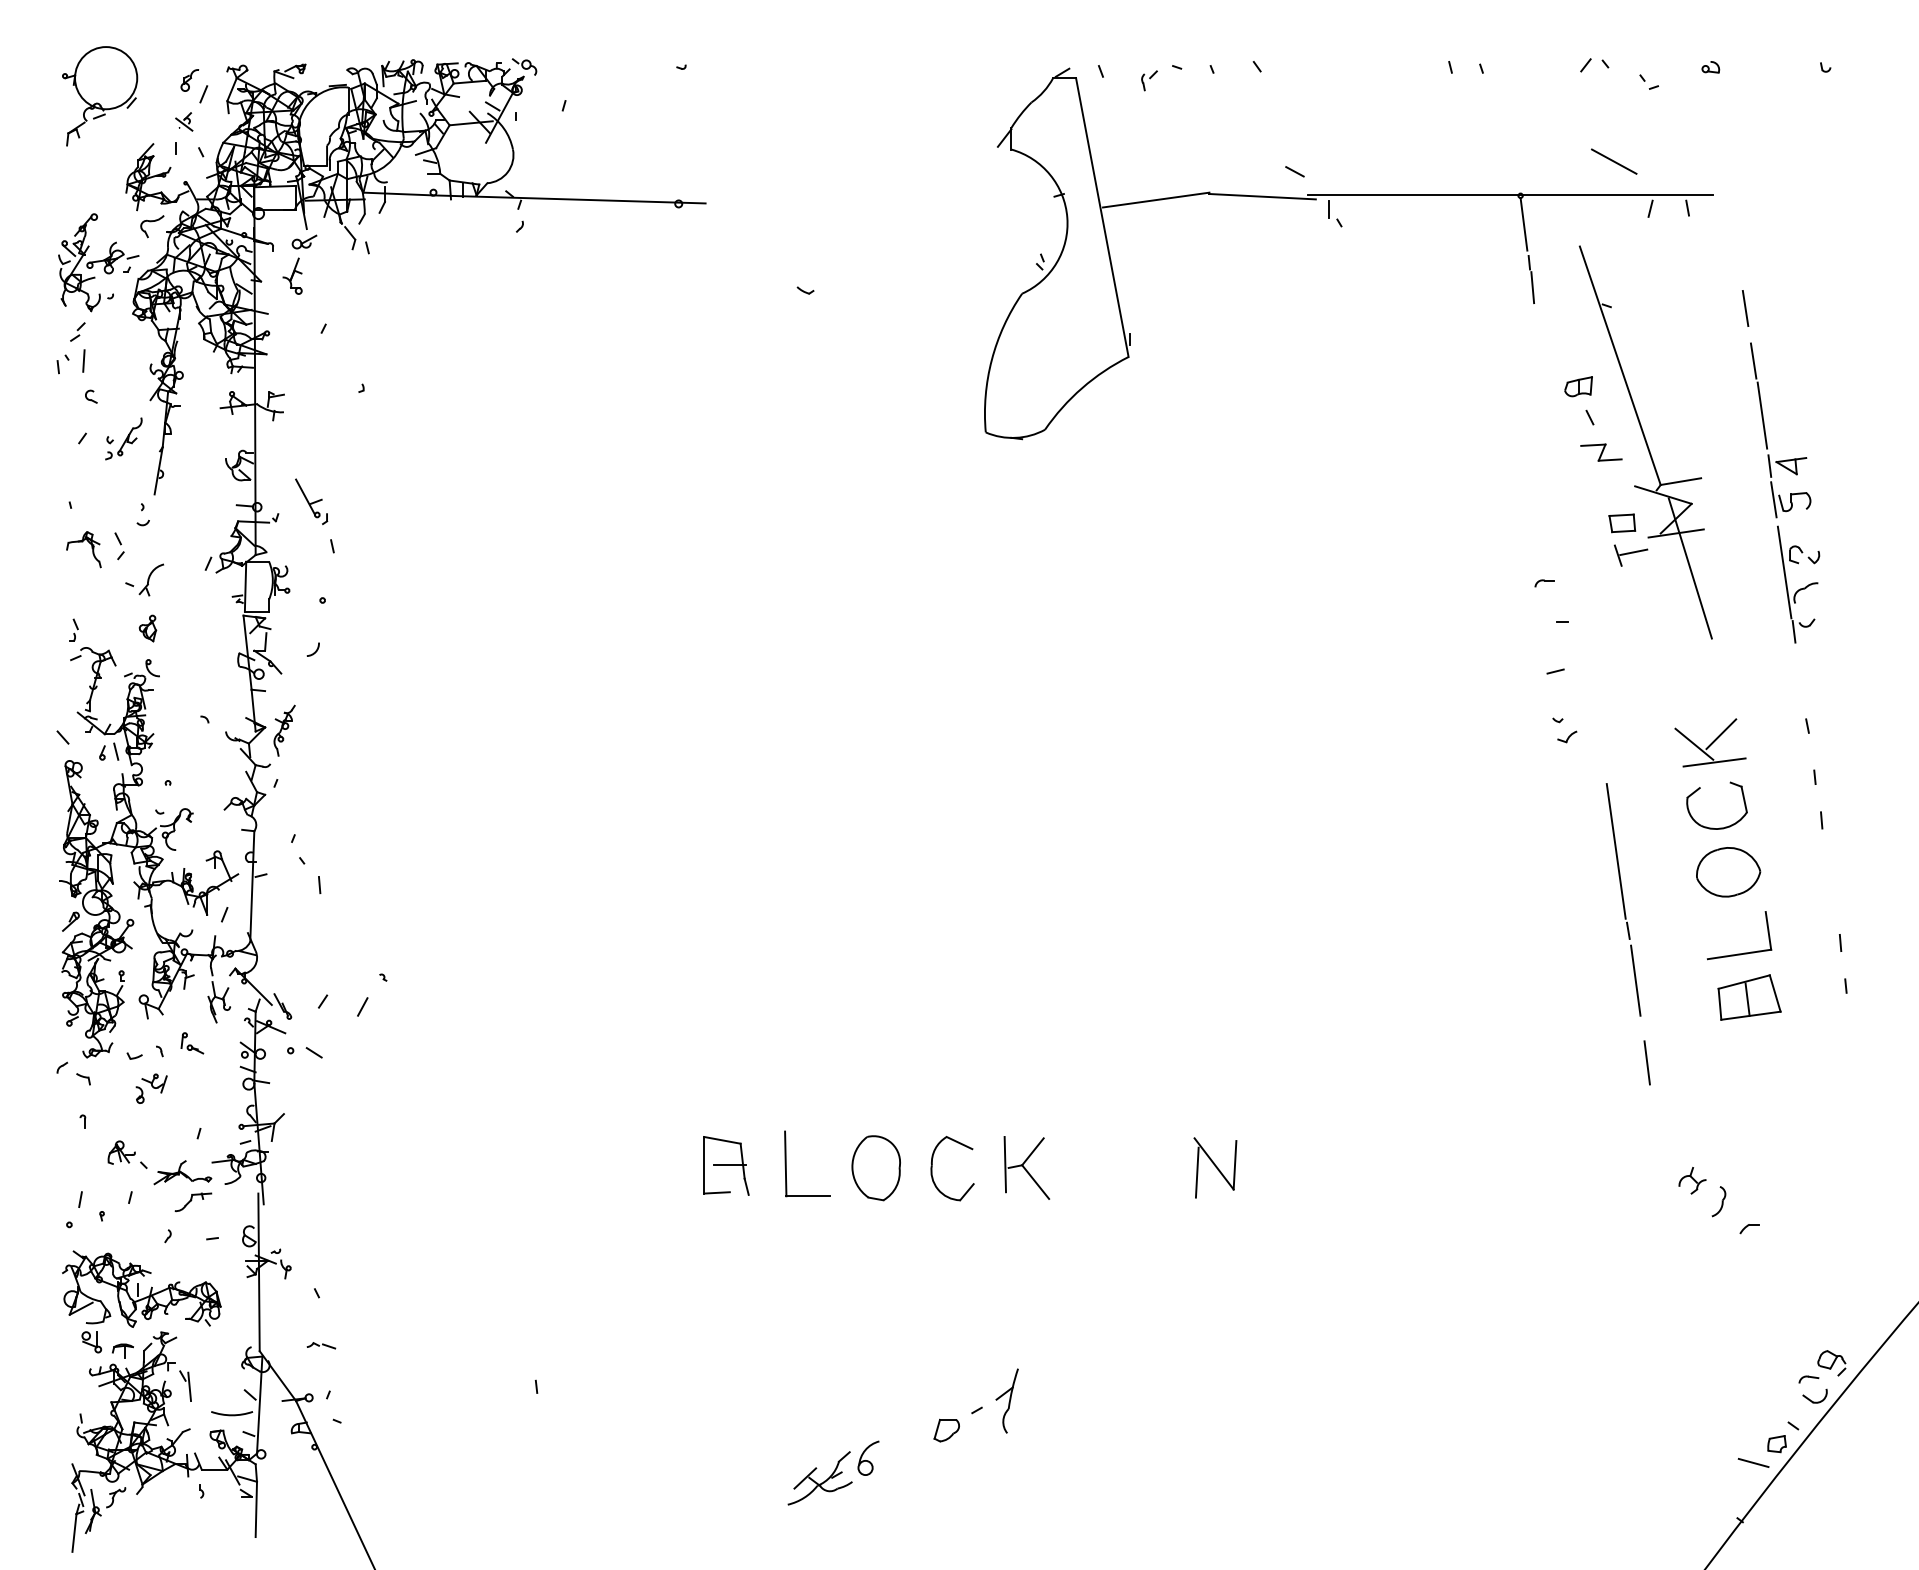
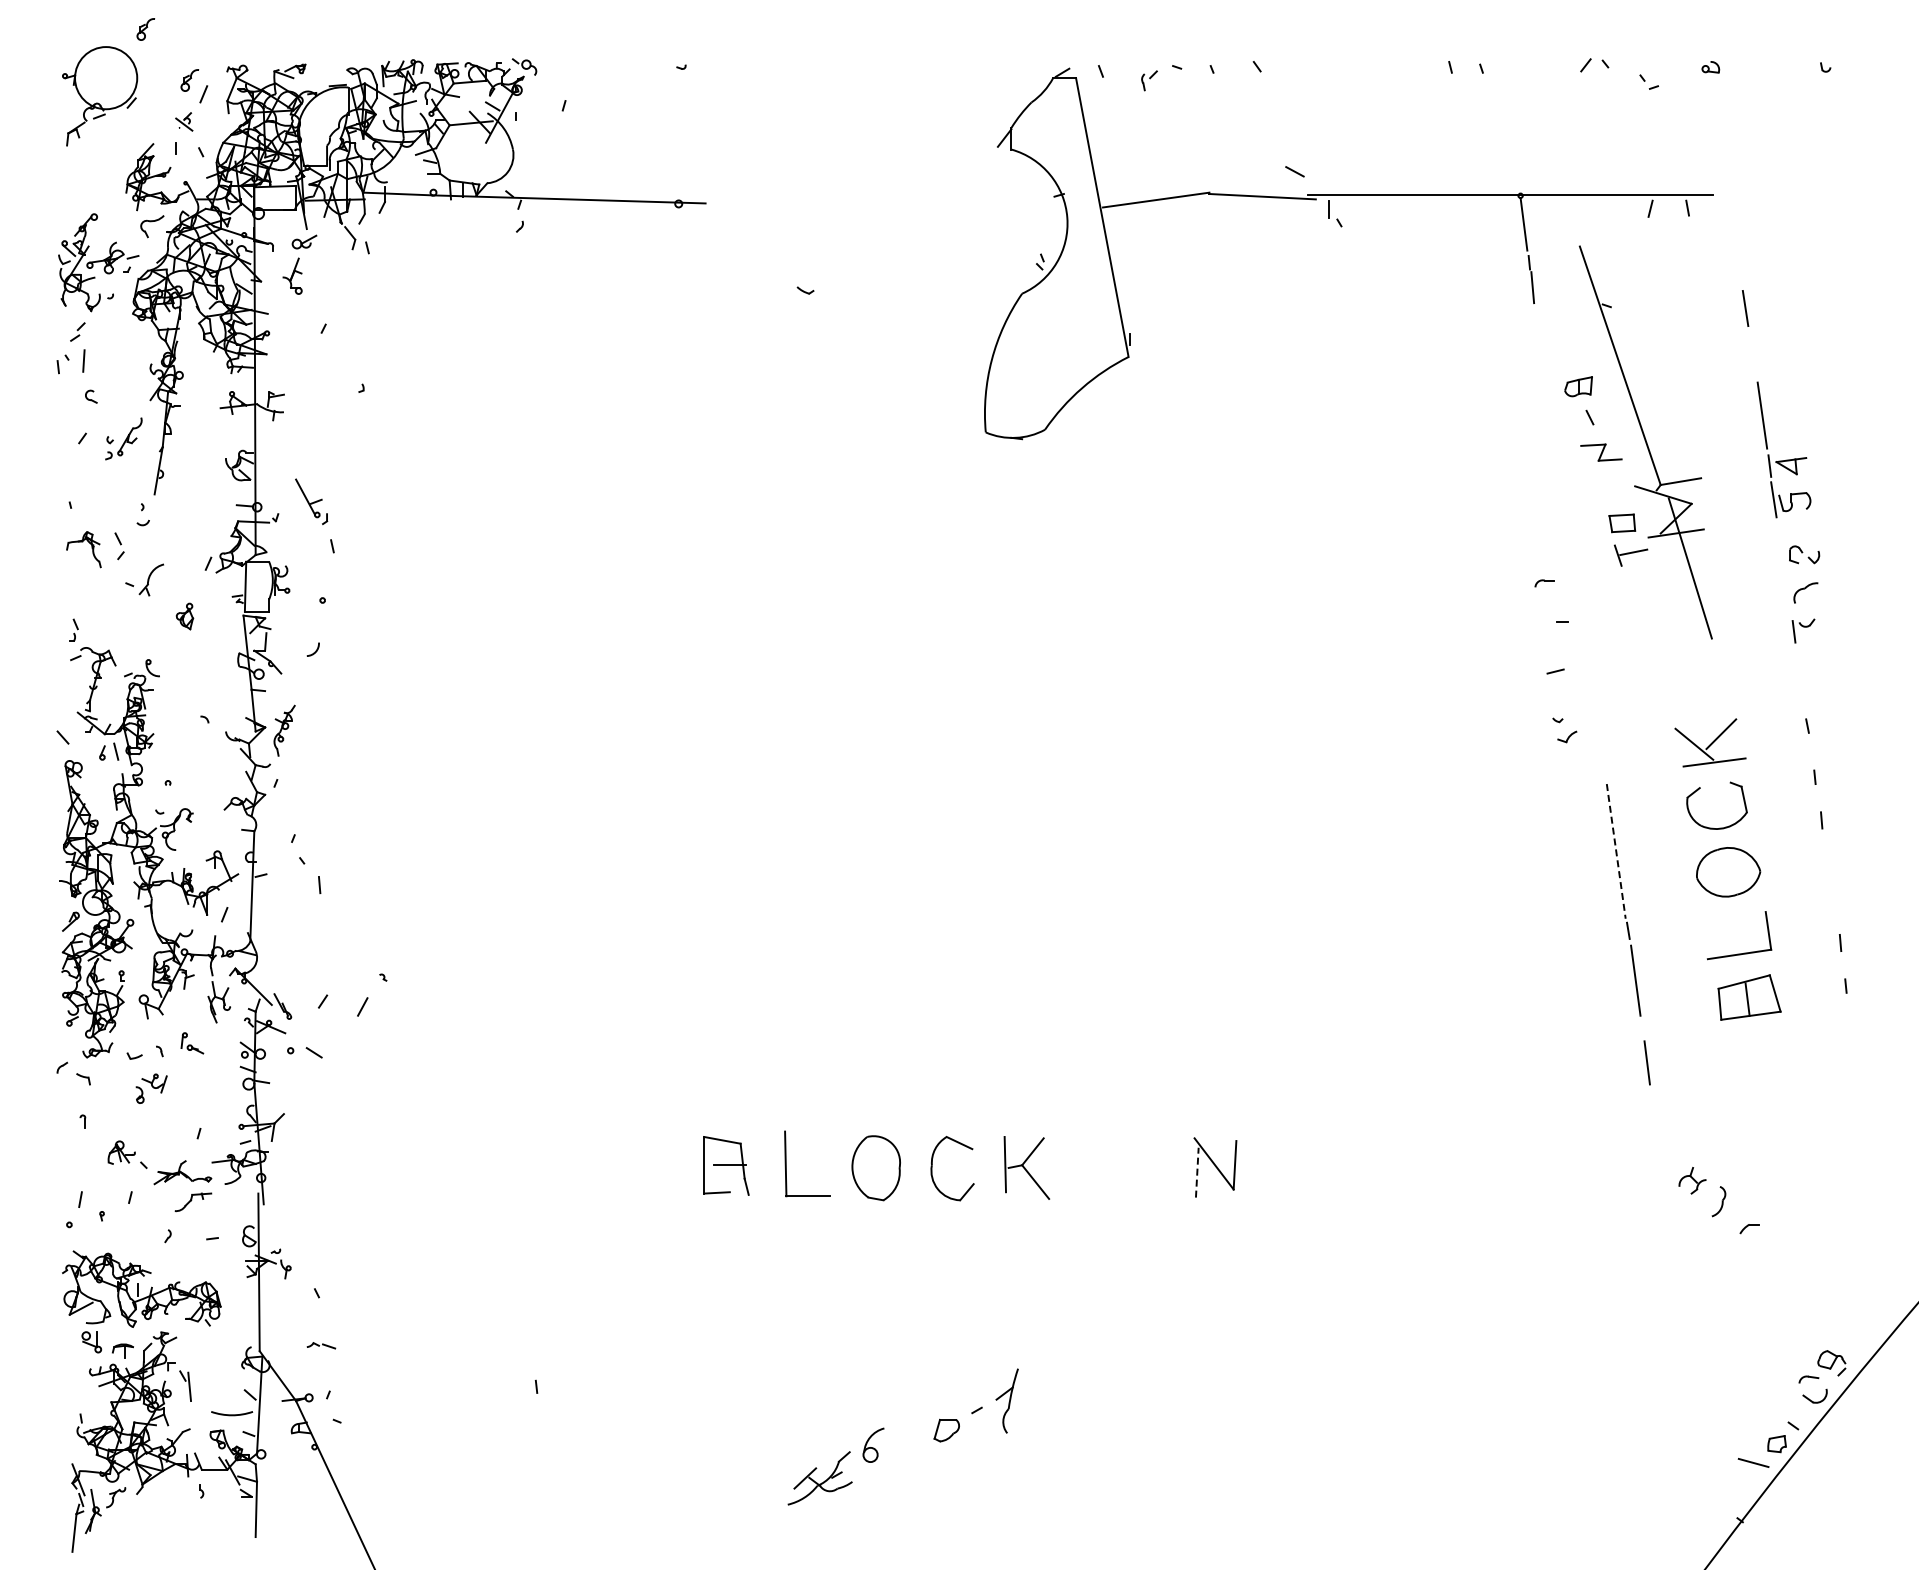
part at (145, 29): none -> present
line at (1614, 161): present -> none
line at (1753, 360): present -> none
line at (1784, 572): present -> none
part at (147, 628) position: (147, 628) -> (184, 616)
line at (1616, 851): solid -> dashed
line at (1197, 1172): solid -> dashed
part at (868, 1457) position: (868, 1457) -> (873, 1444)
